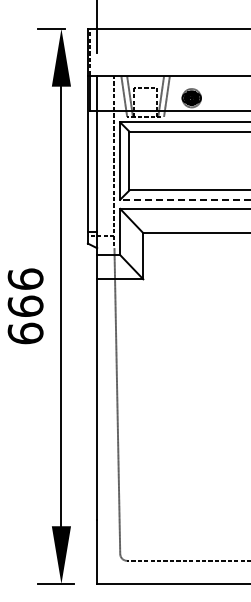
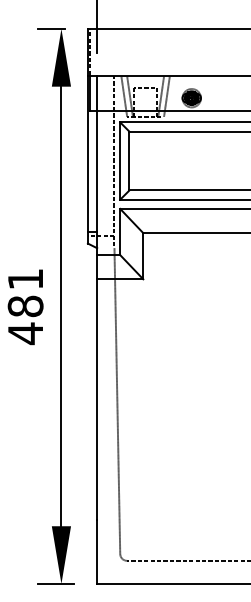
line at (184, 199): dashed -> solid
text at (25, 306): 666 -> 481
